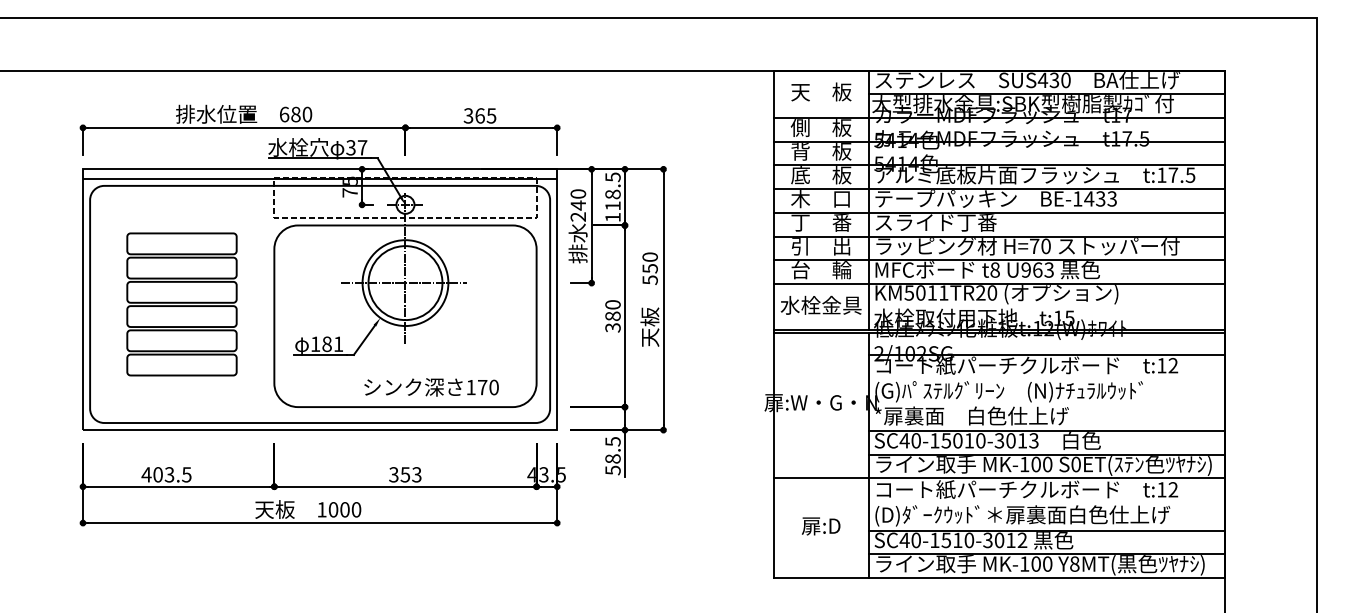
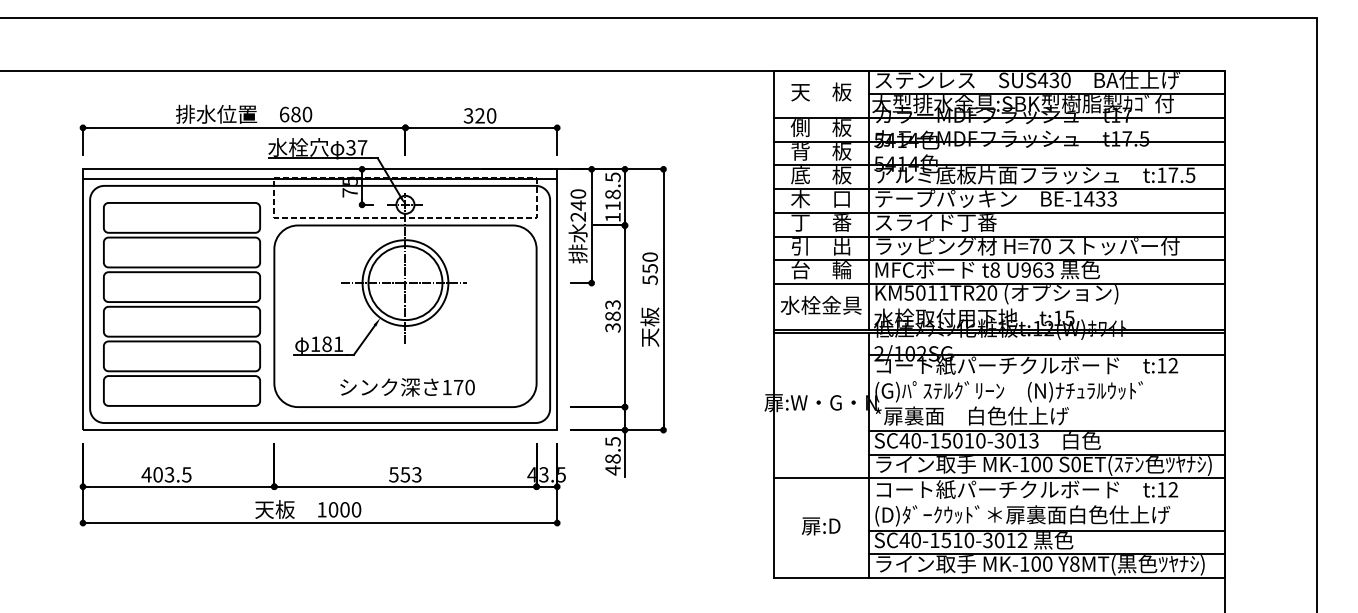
text at (485, 115): 365 -> 320
part at (181, 304) size: 112x145 px -> 158x205 px
text at (612, 304): 380 -> 383
text at (431, 387) position: (431, 387) -> (407, 387)
text at (612, 470): 58.5 -> 48.5
text at (393, 474): 353 -> 553
